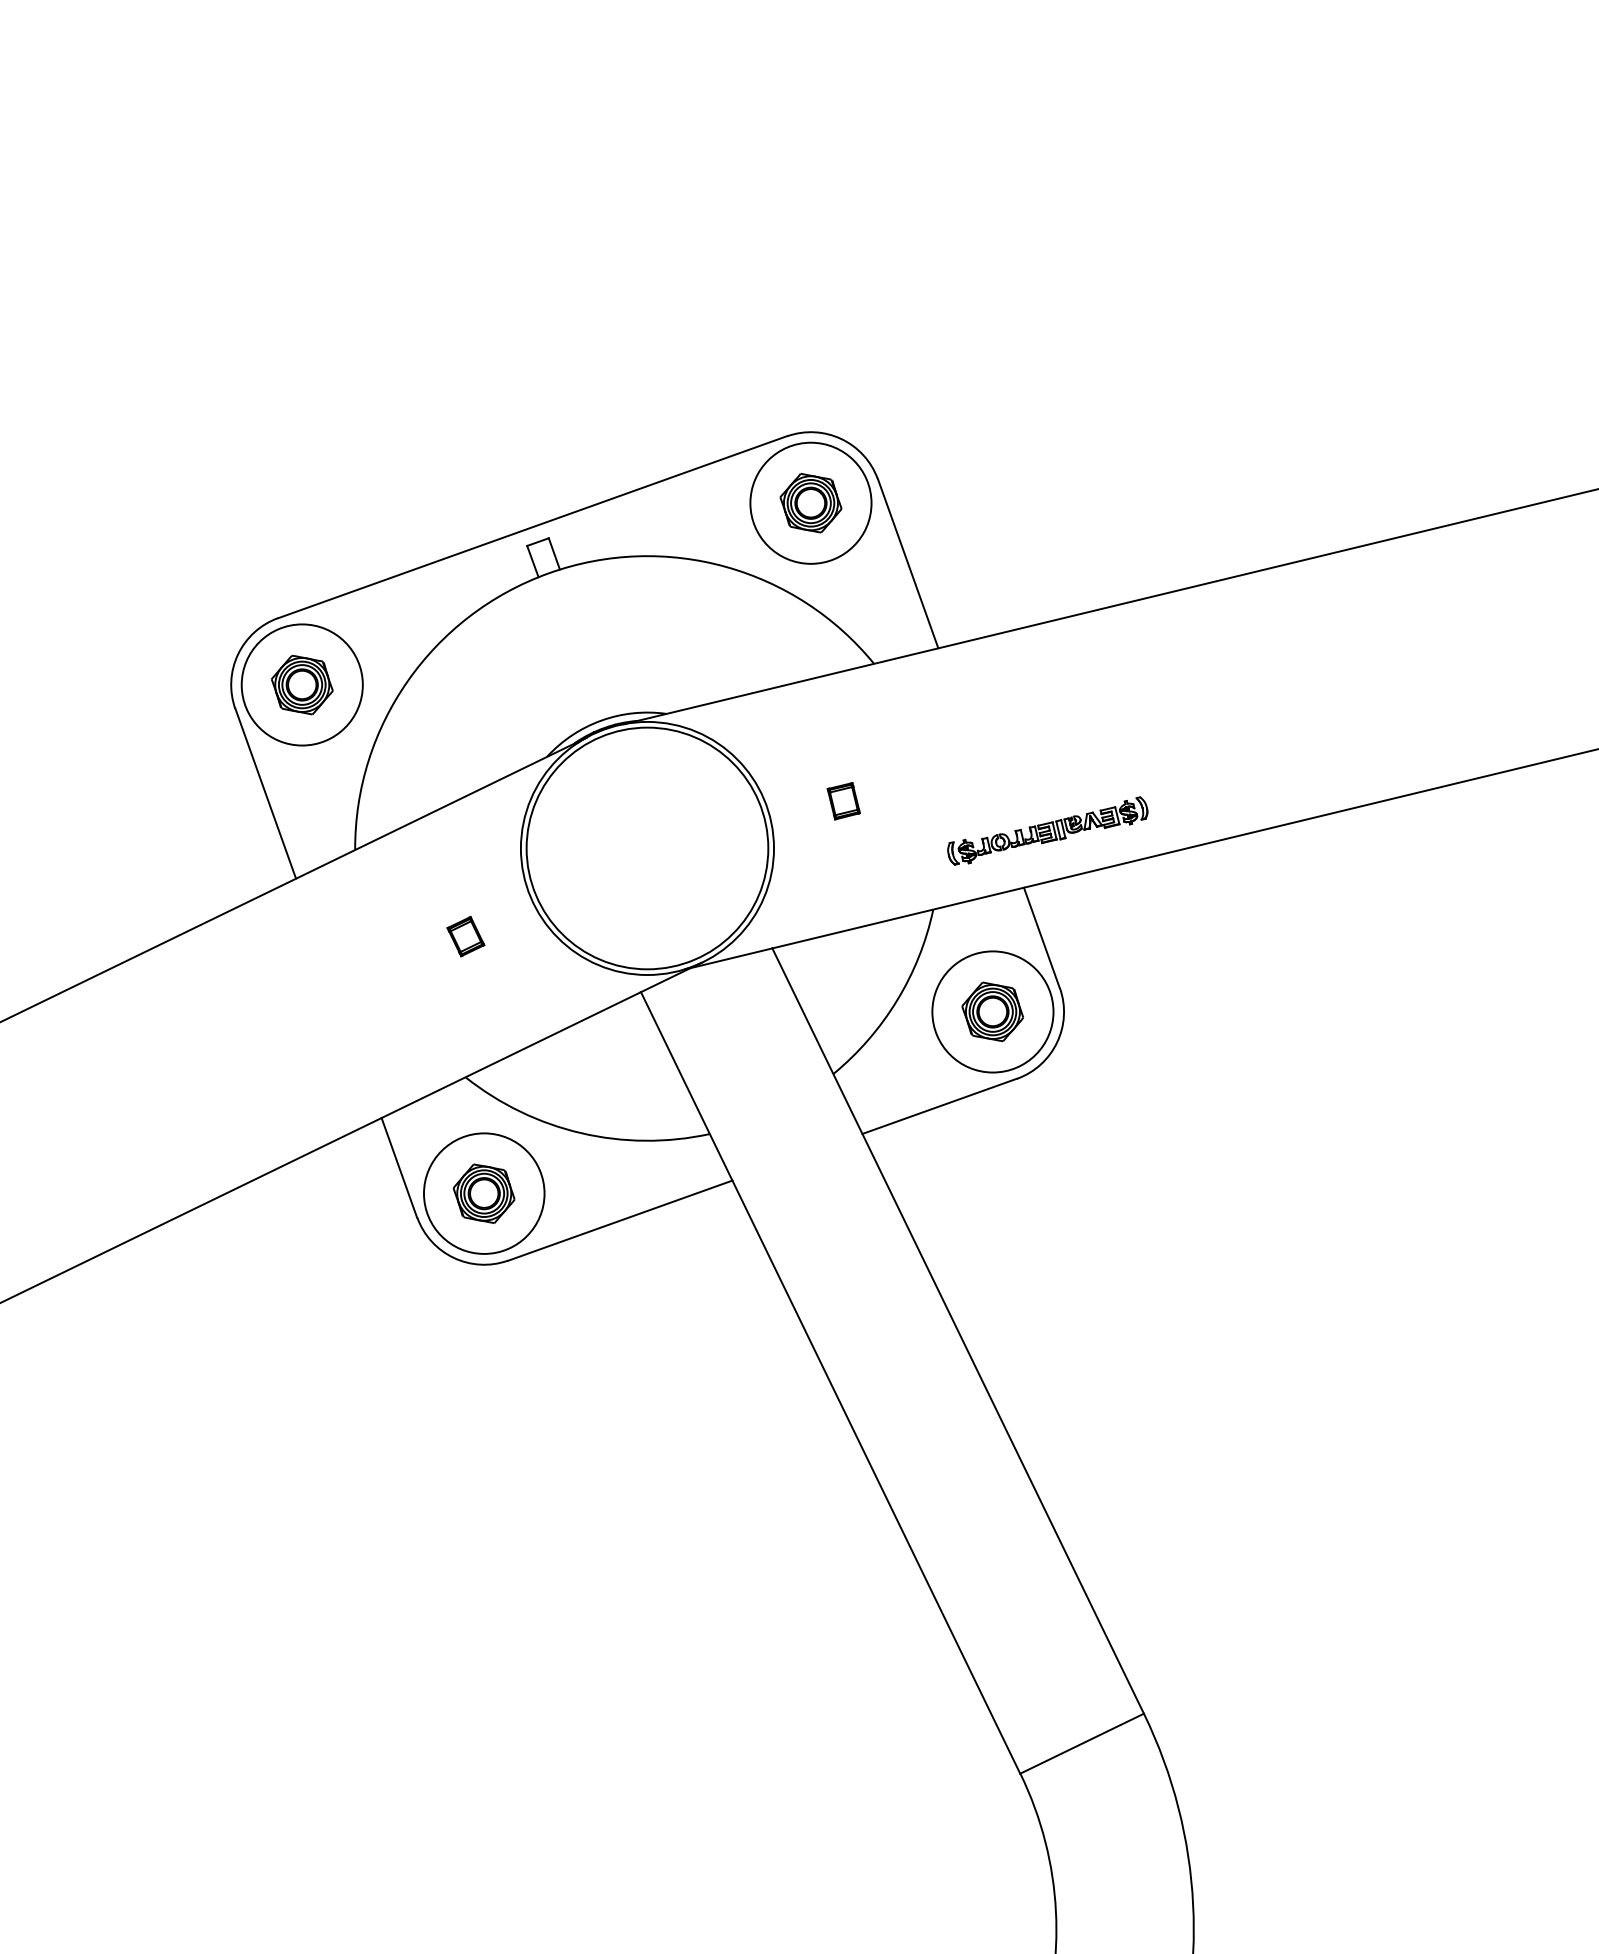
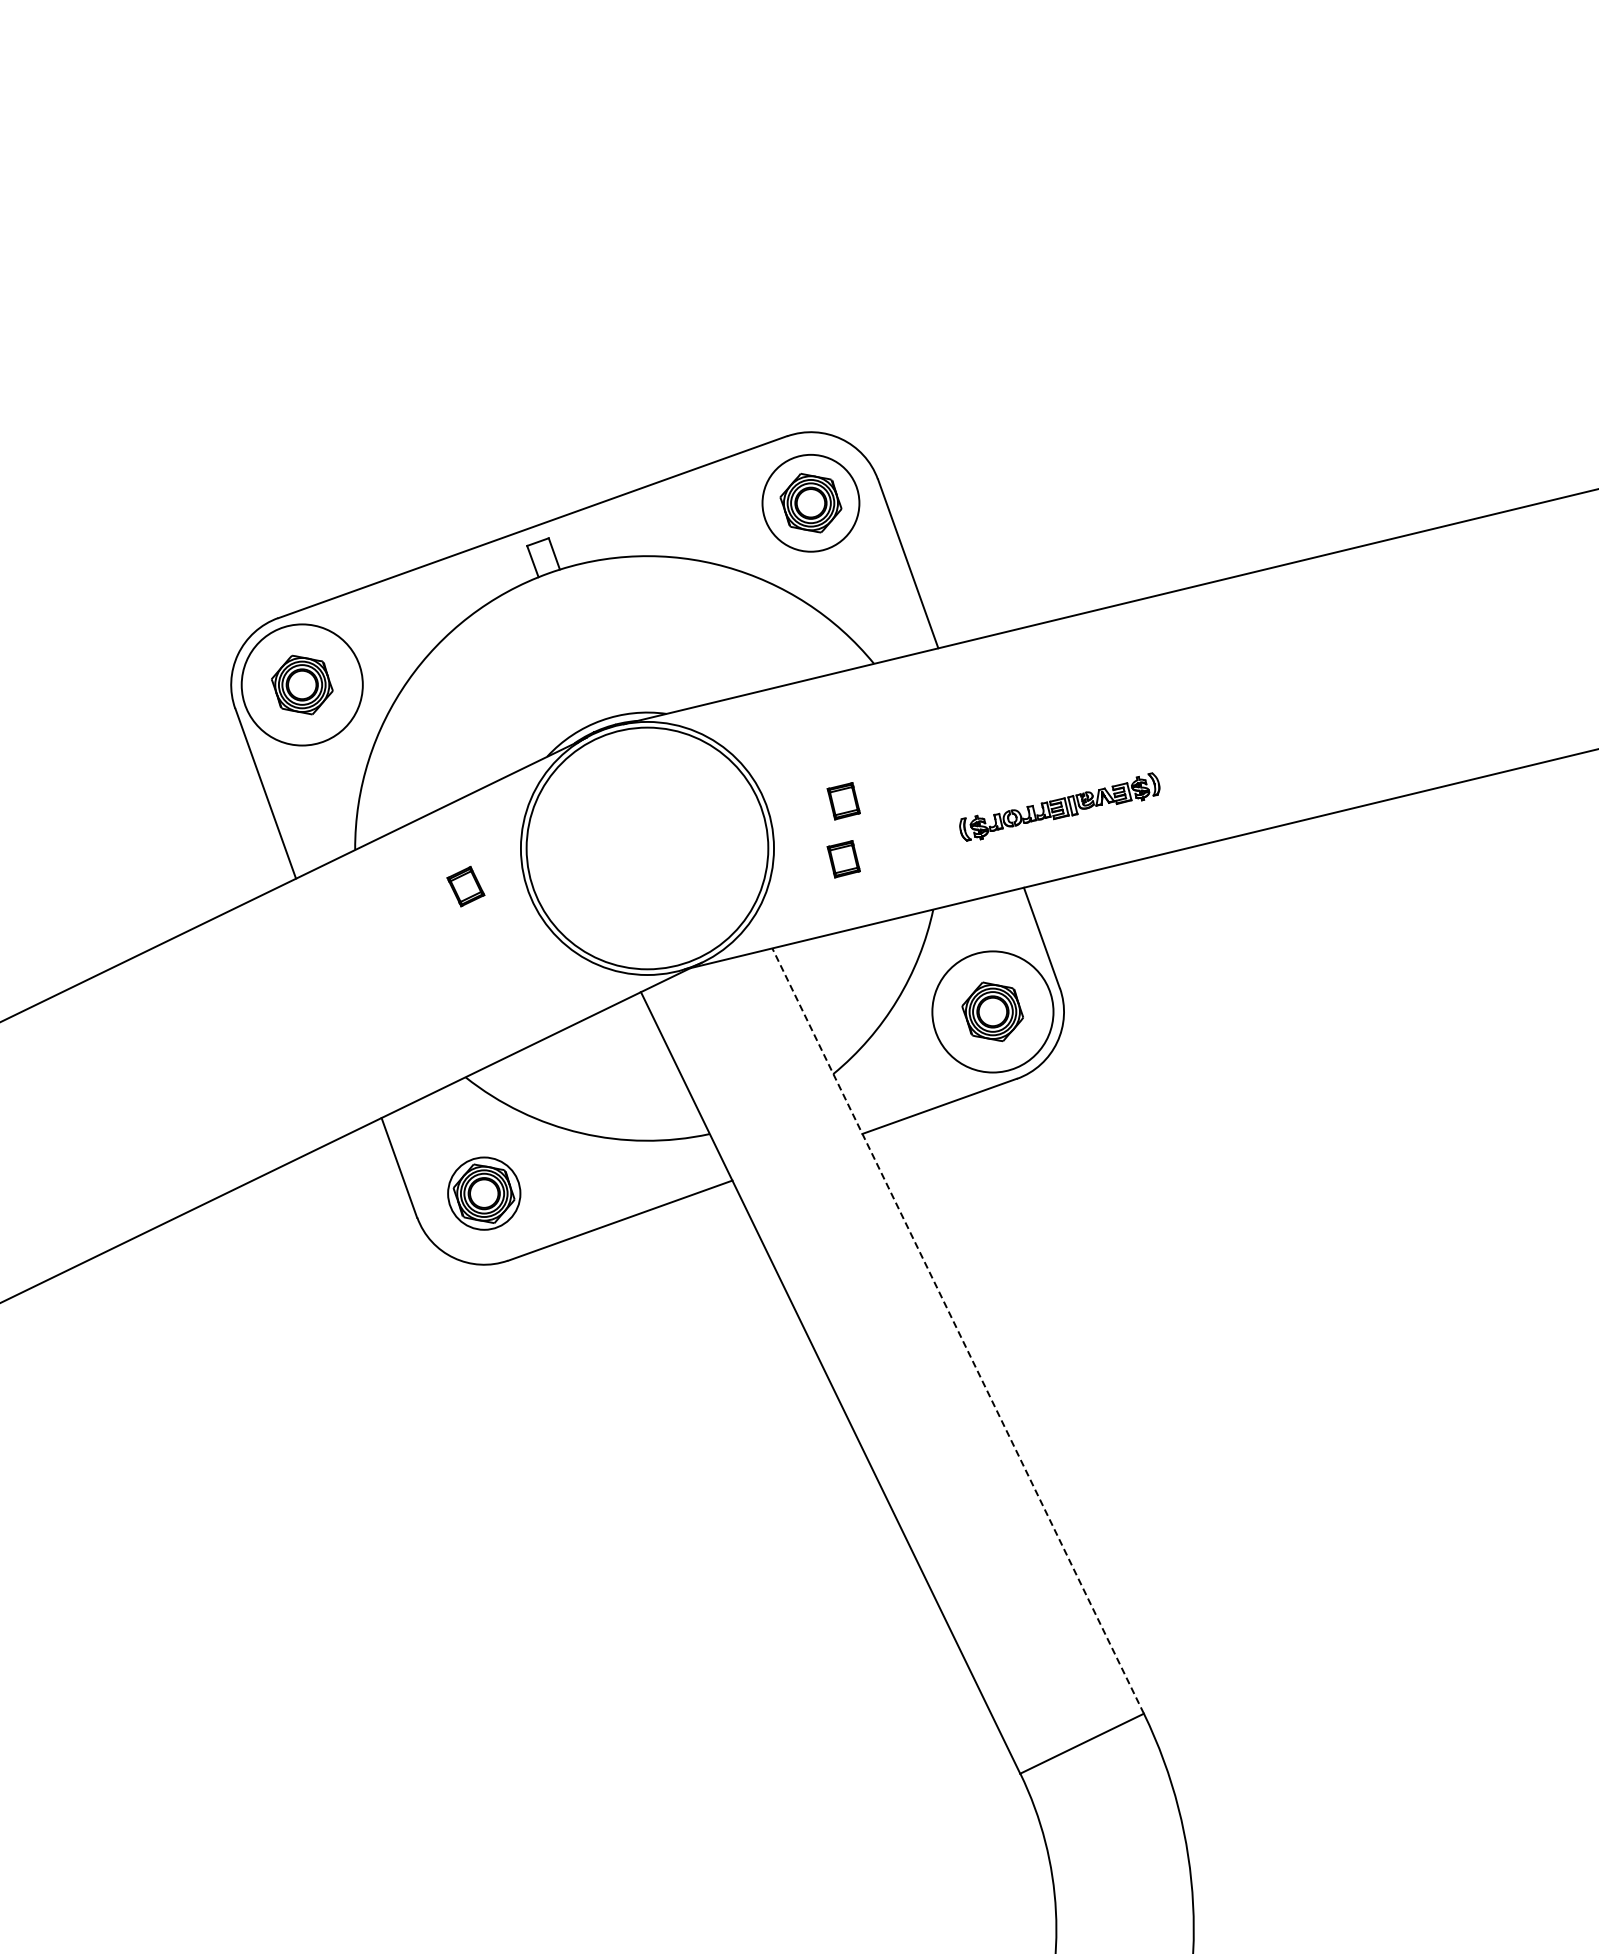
circle at (810, 502) diameter: 121 px -> 97 px
part at (1047, 830) position: (1047, 830) -> (1059, 806)
part at (843, 859): none -> present
part at (465, 936) position: (465, 936) -> (465, 886)
circle at (483, 1193) diameter: 121 px -> 72 px
line at (957, 1330): solid -> dashed
